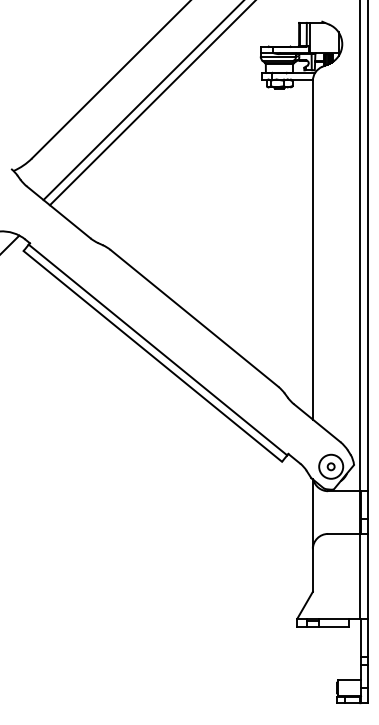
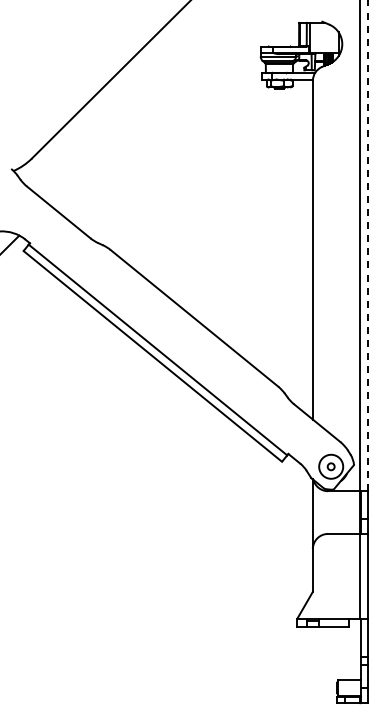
line at (142, 101): present -> none
line at (151, 103): present -> none
line at (367, 245): solid -> dashed
